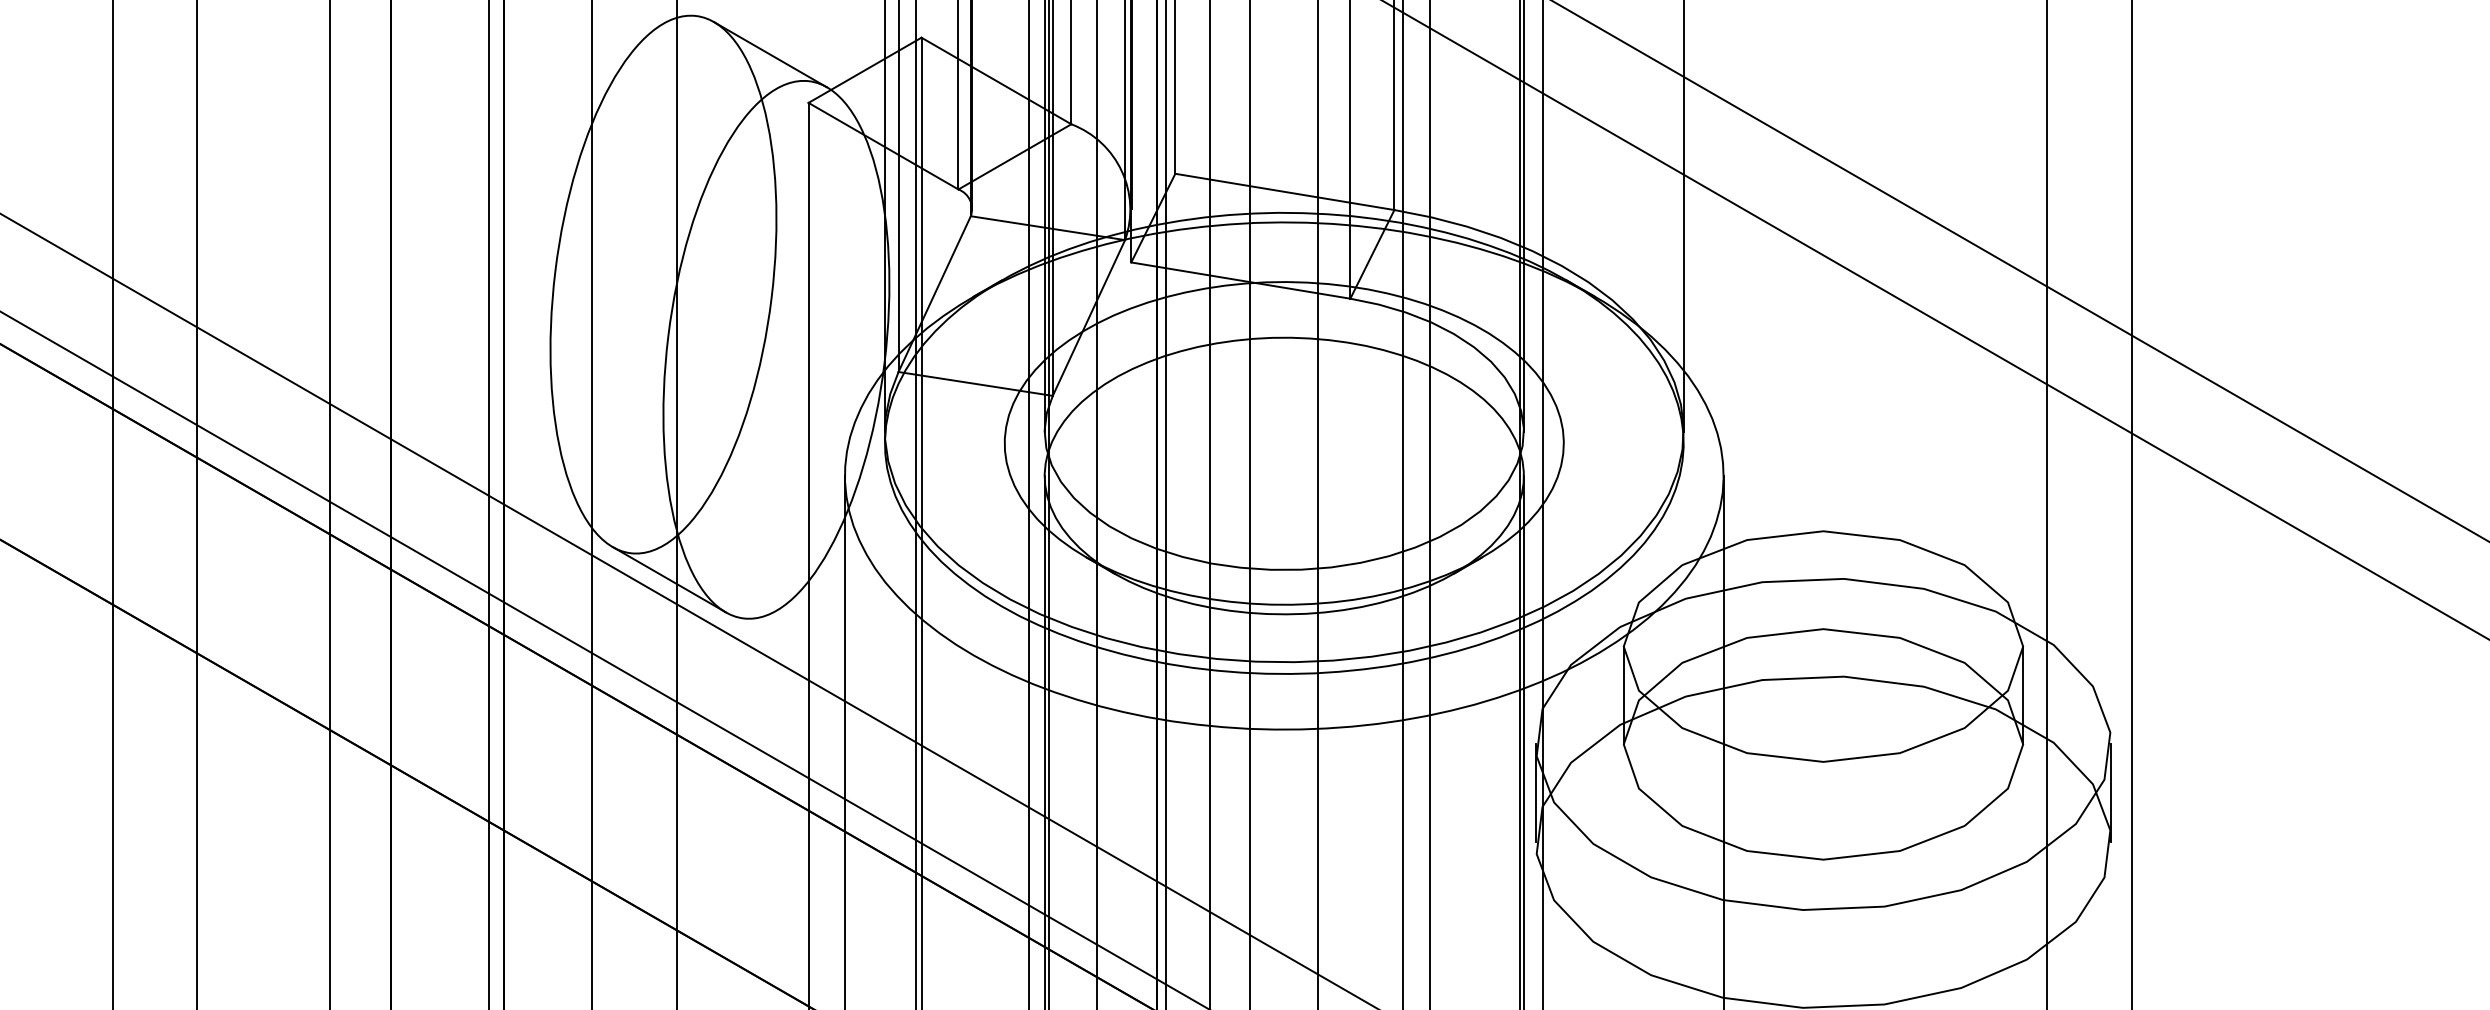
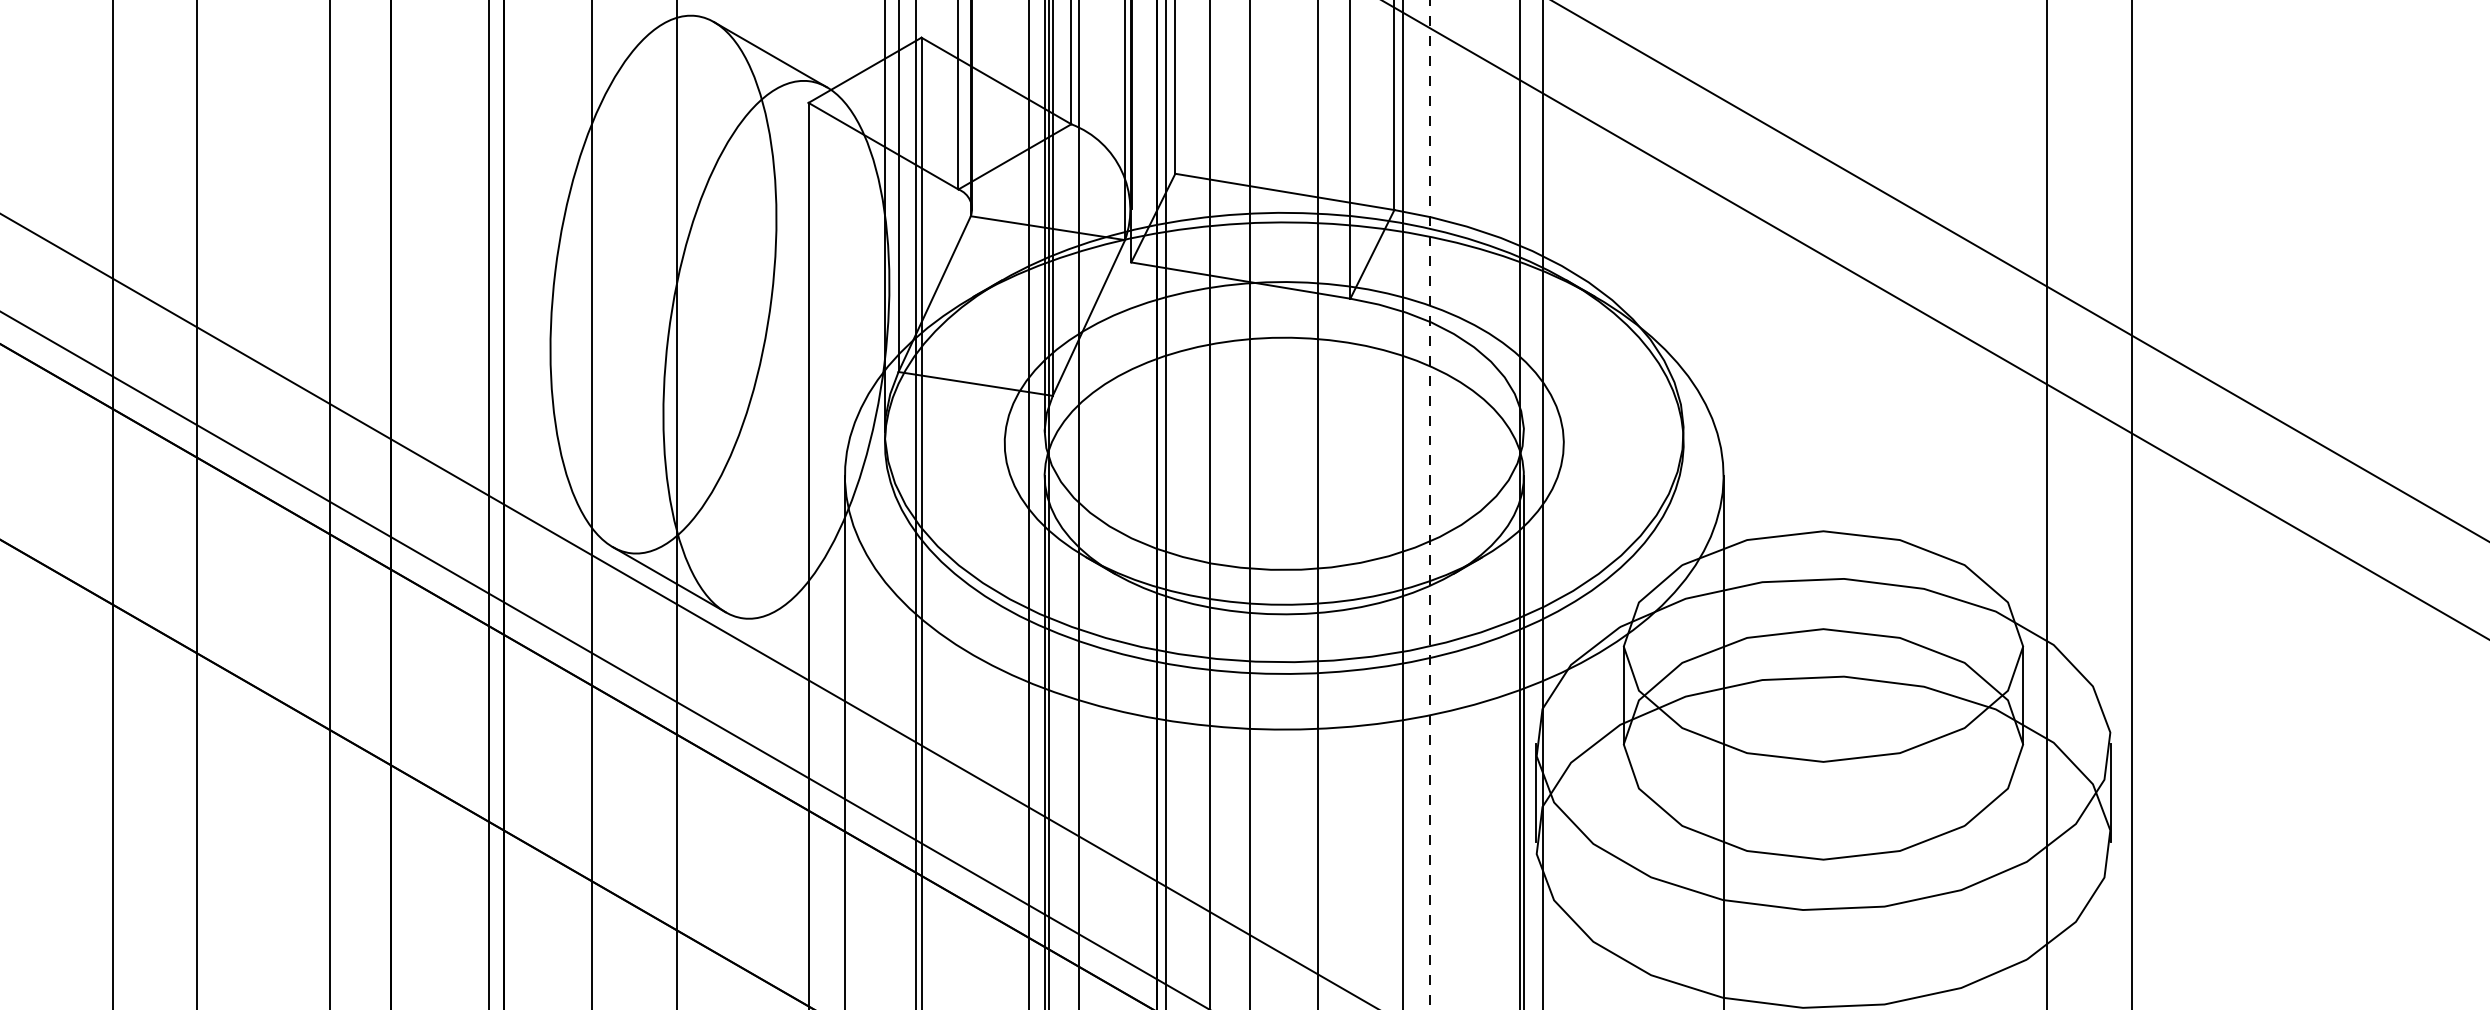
line at (1523, 216): present -> none
line at (1683, 216): present -> none
line at (1096, 504) position: (1096, 504) -> (1078, 504)
line at (1429, 505): solid -> dashed
